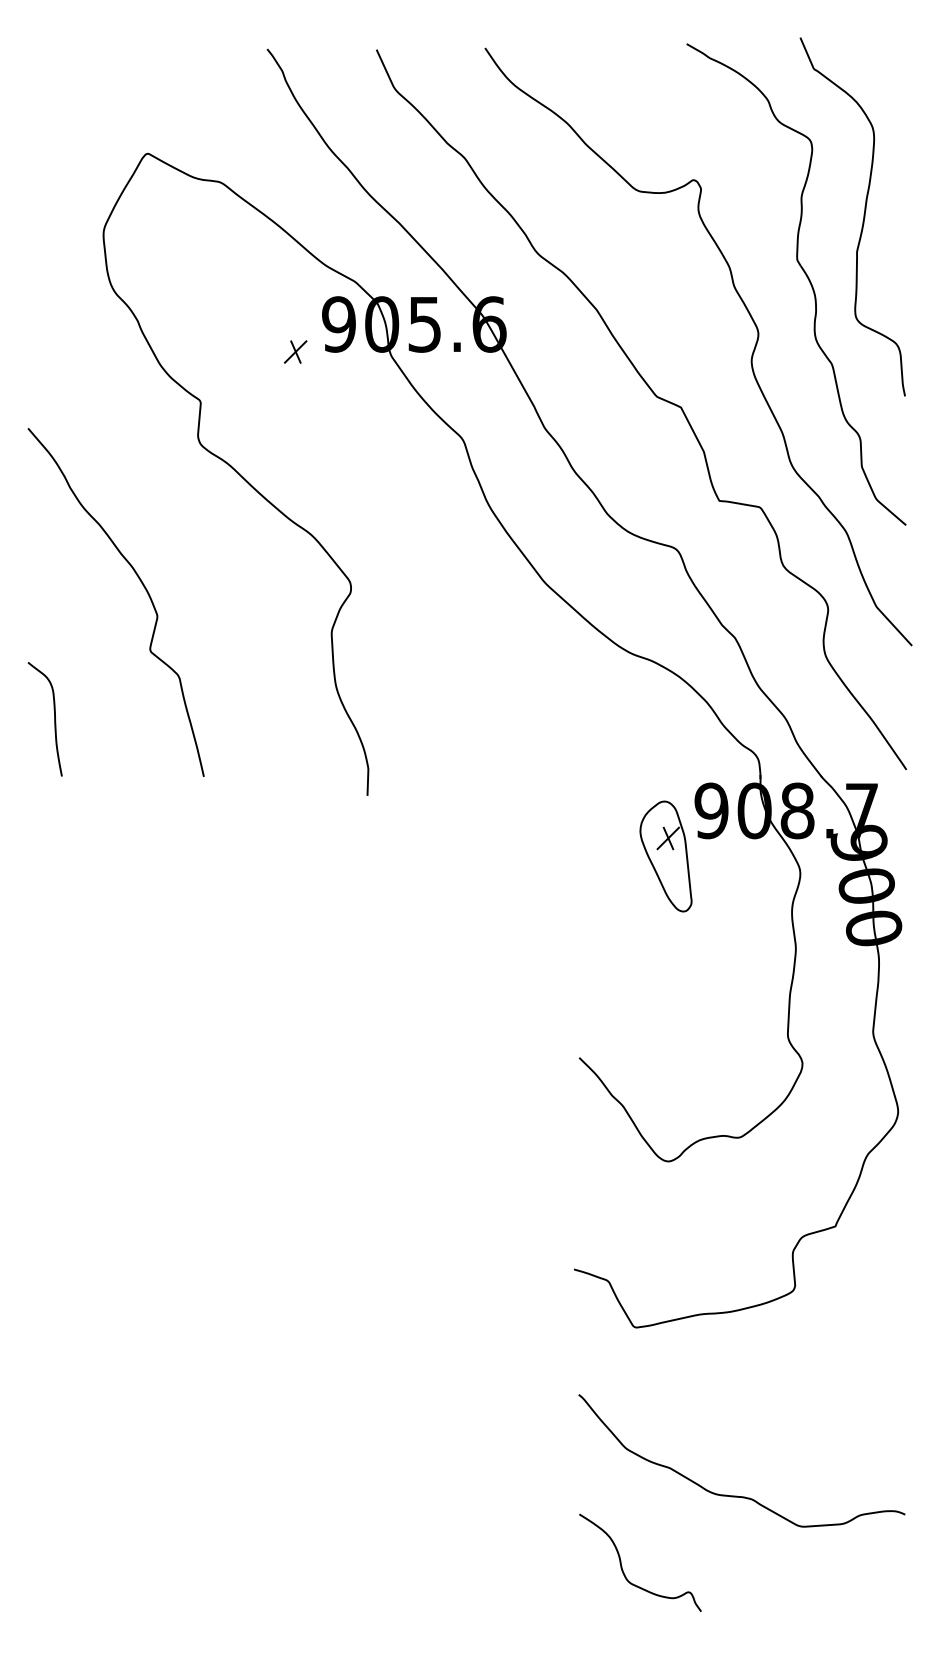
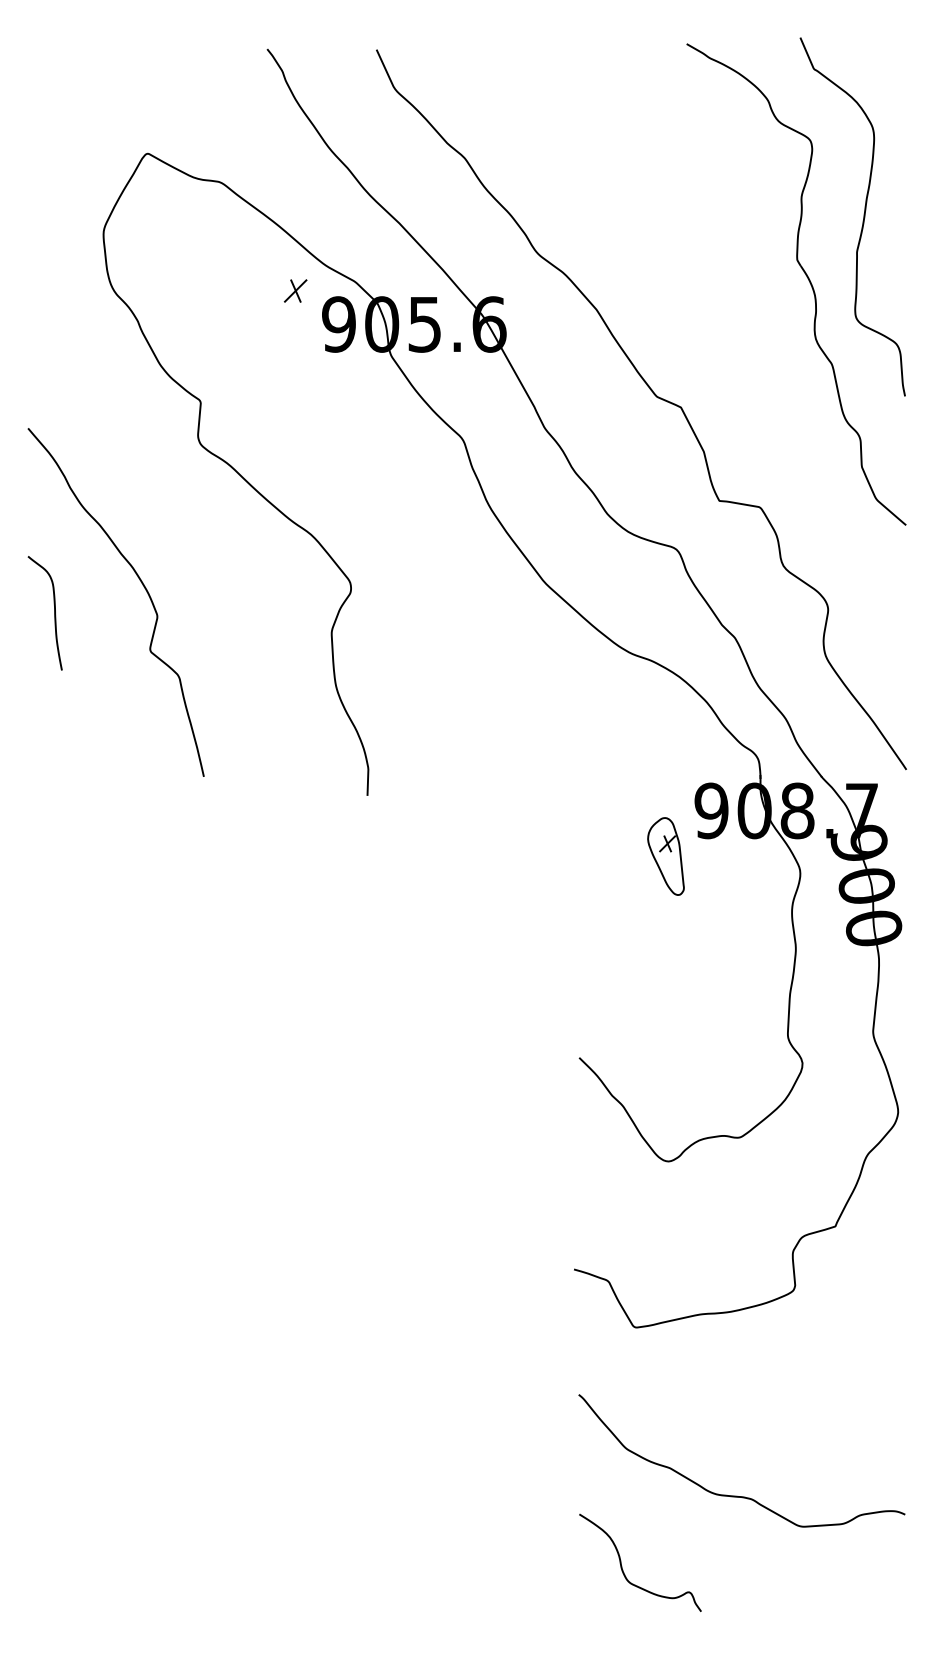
part at (295, 351) position: (295, 351) -> (295, 290)
curve at (751, 354): present -> none
curve at (54, 719) position: (54, 719) -> (54, 613)
part at (665, 856) size: 54x113 px -> 38x79 px
